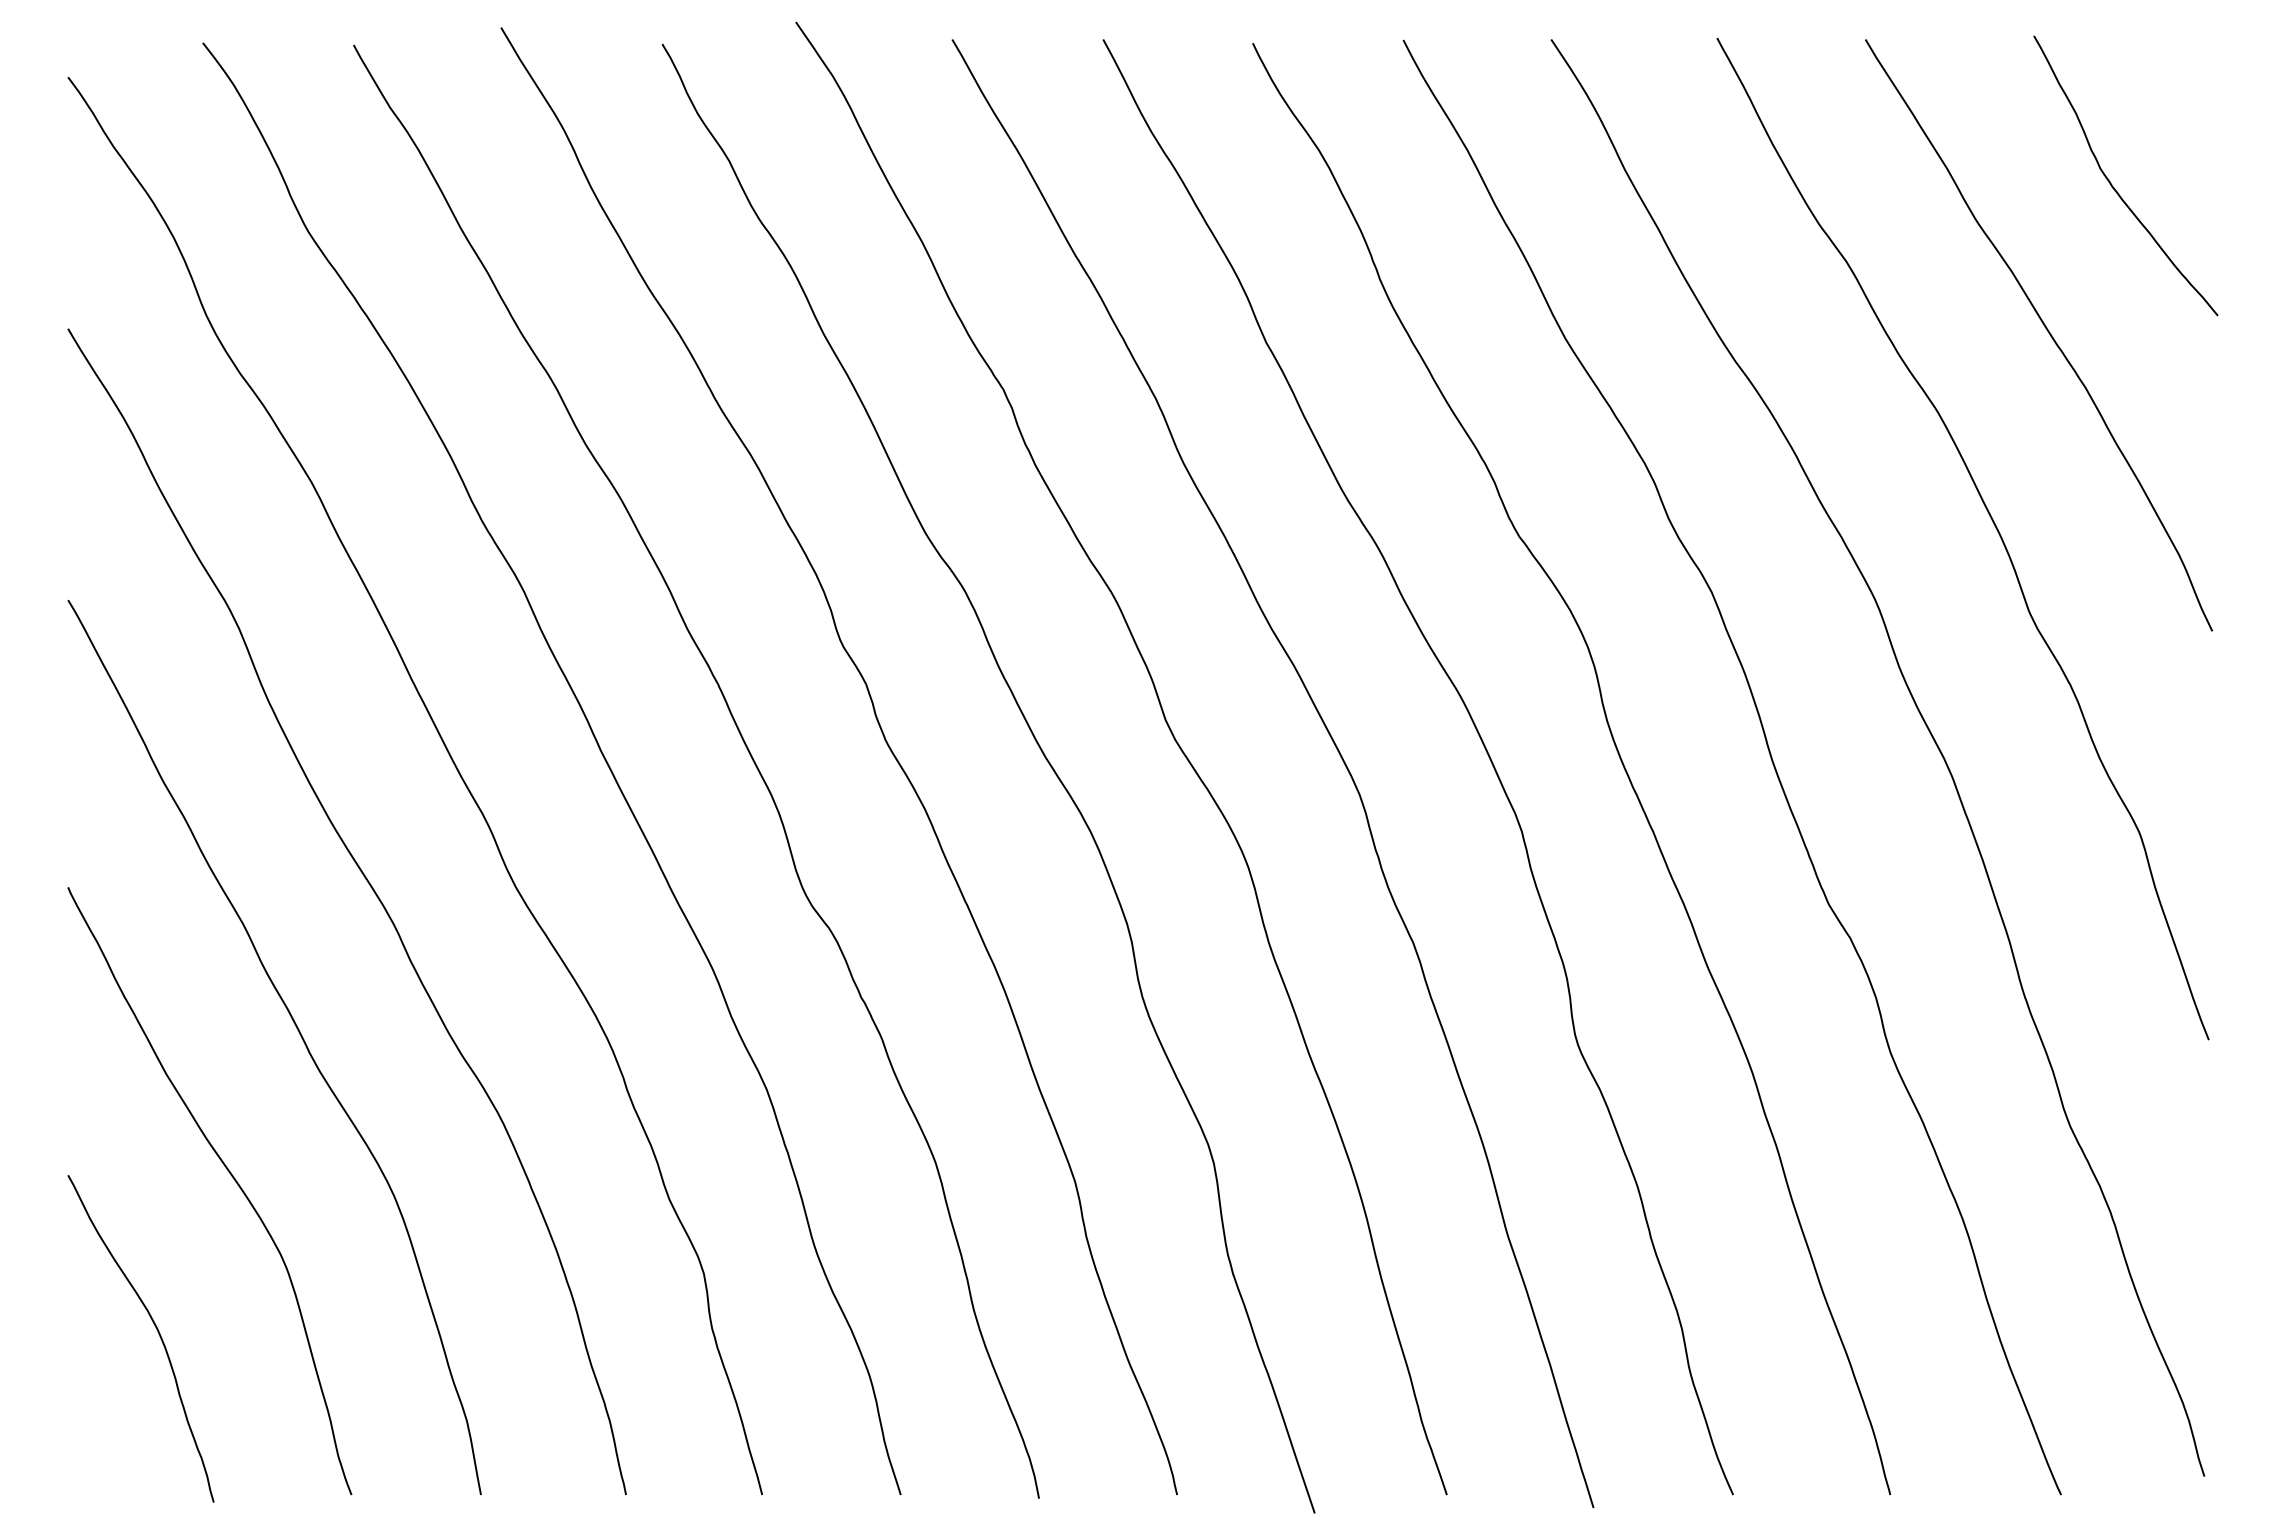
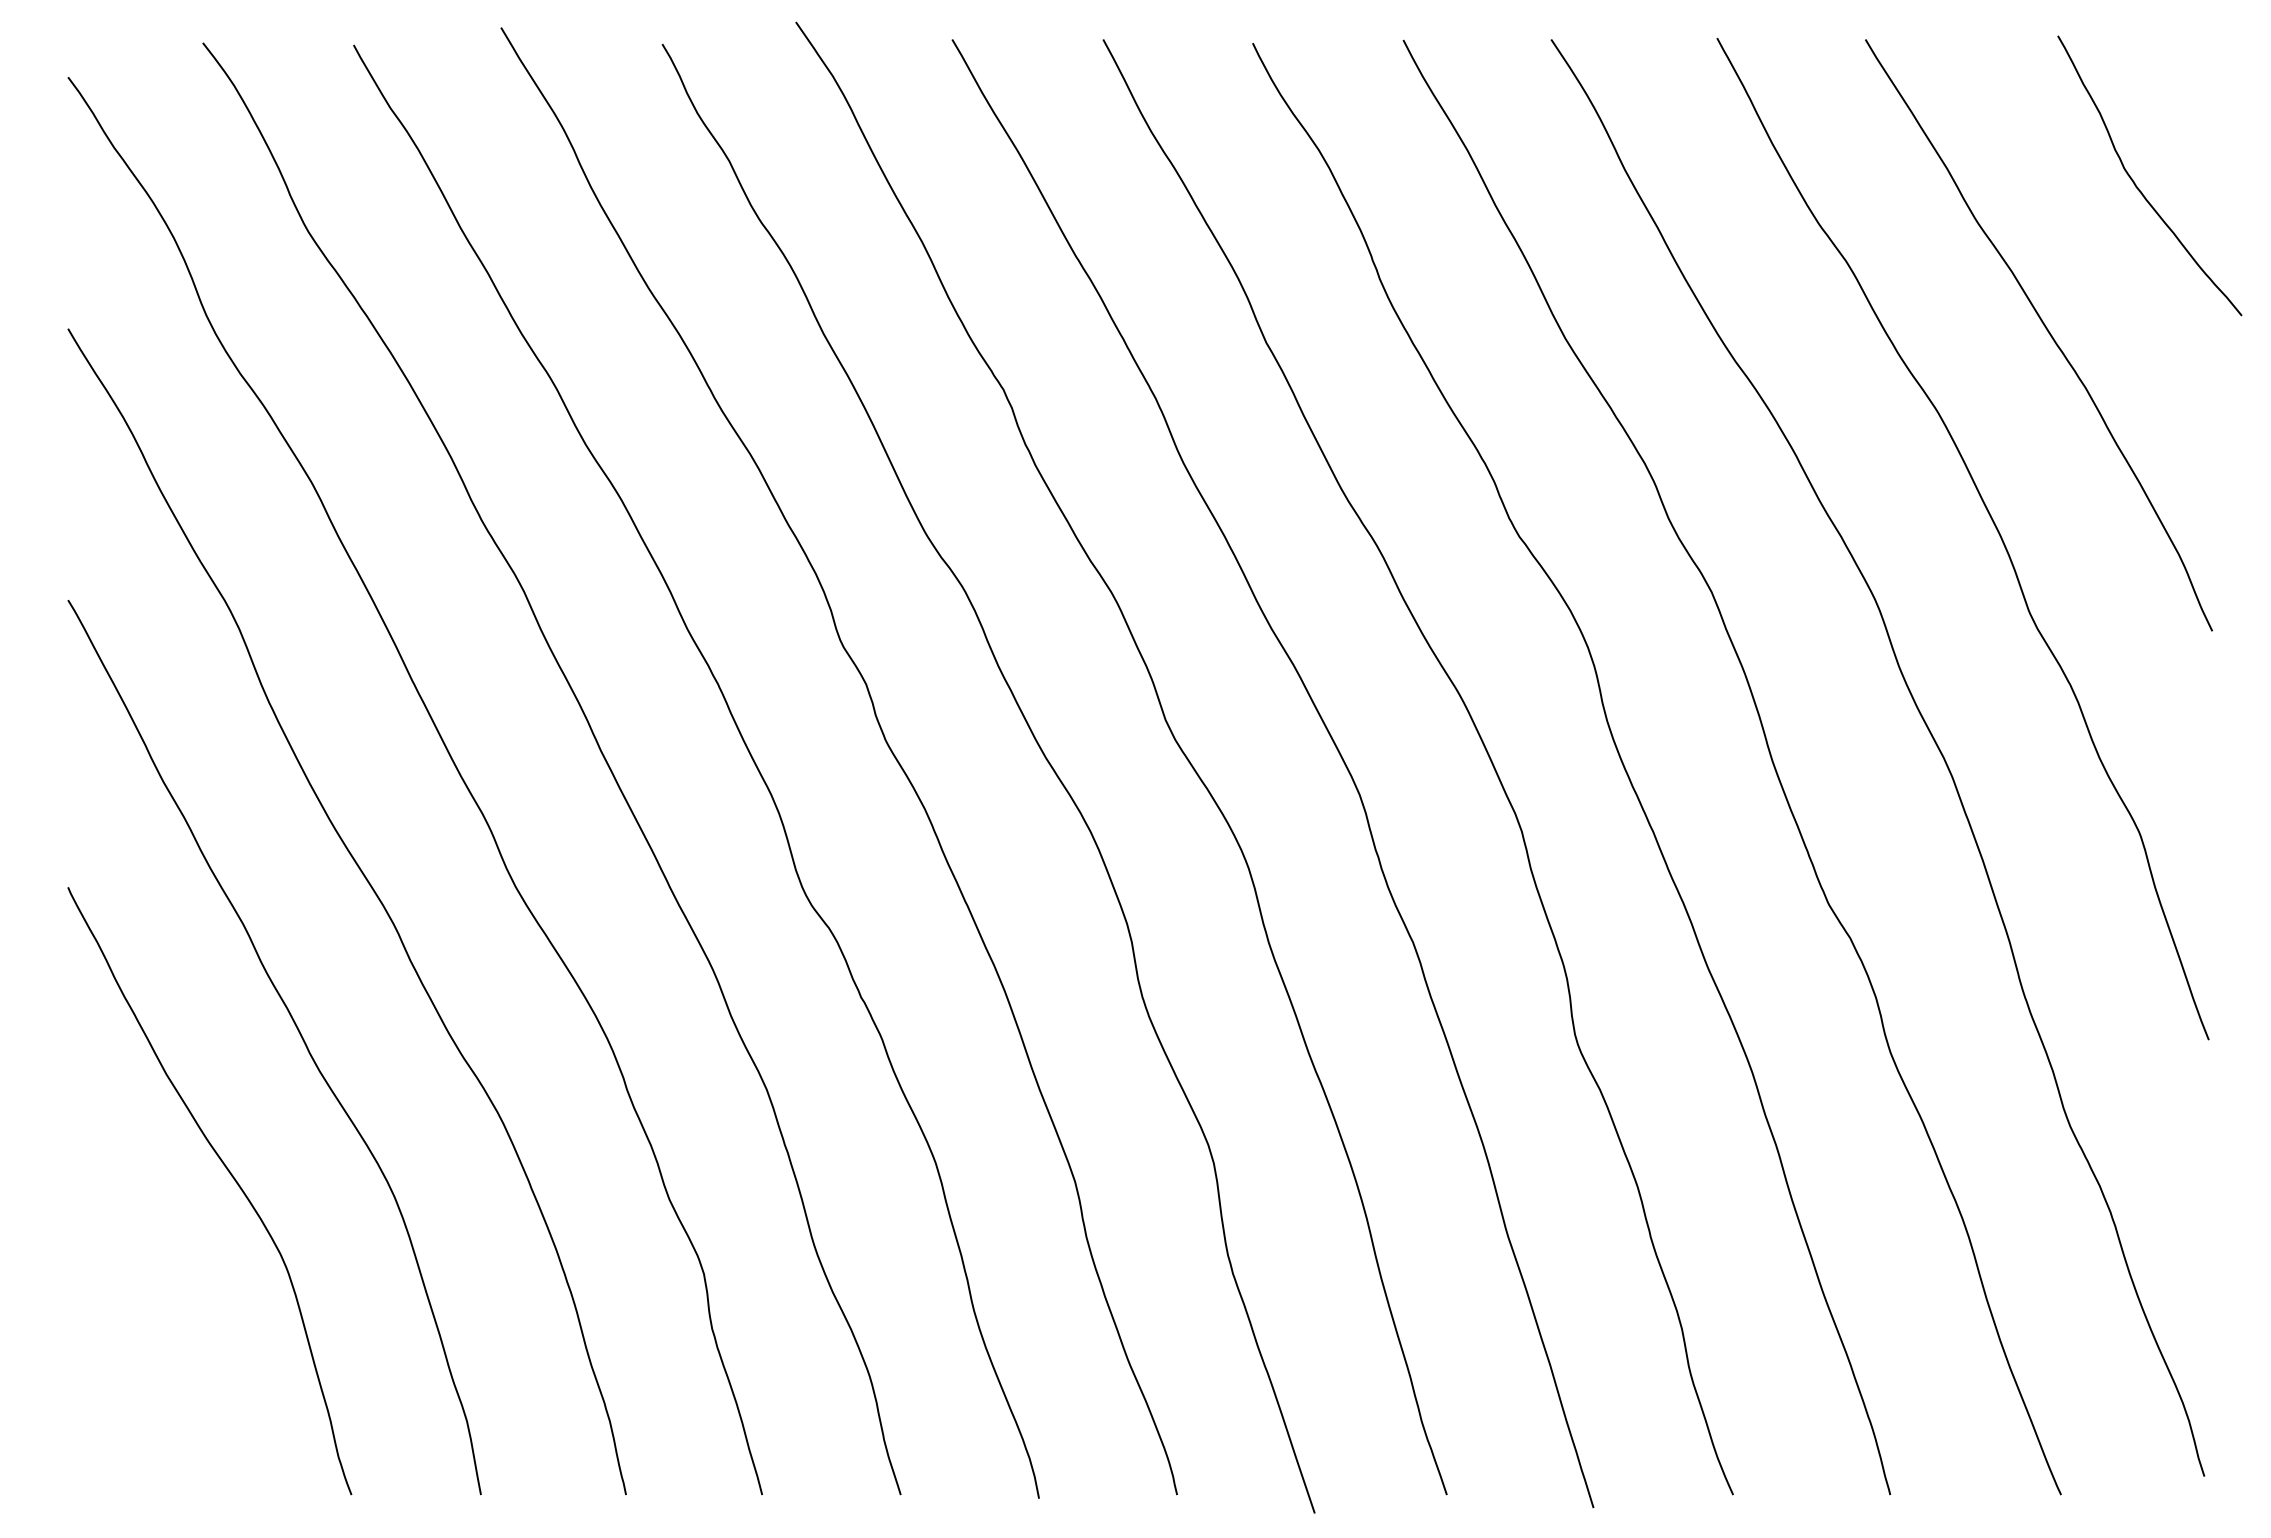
curve at (2112, 184) position: (2112, 184) -> (2136, 184)
curve at (157, 1332): present -> none
